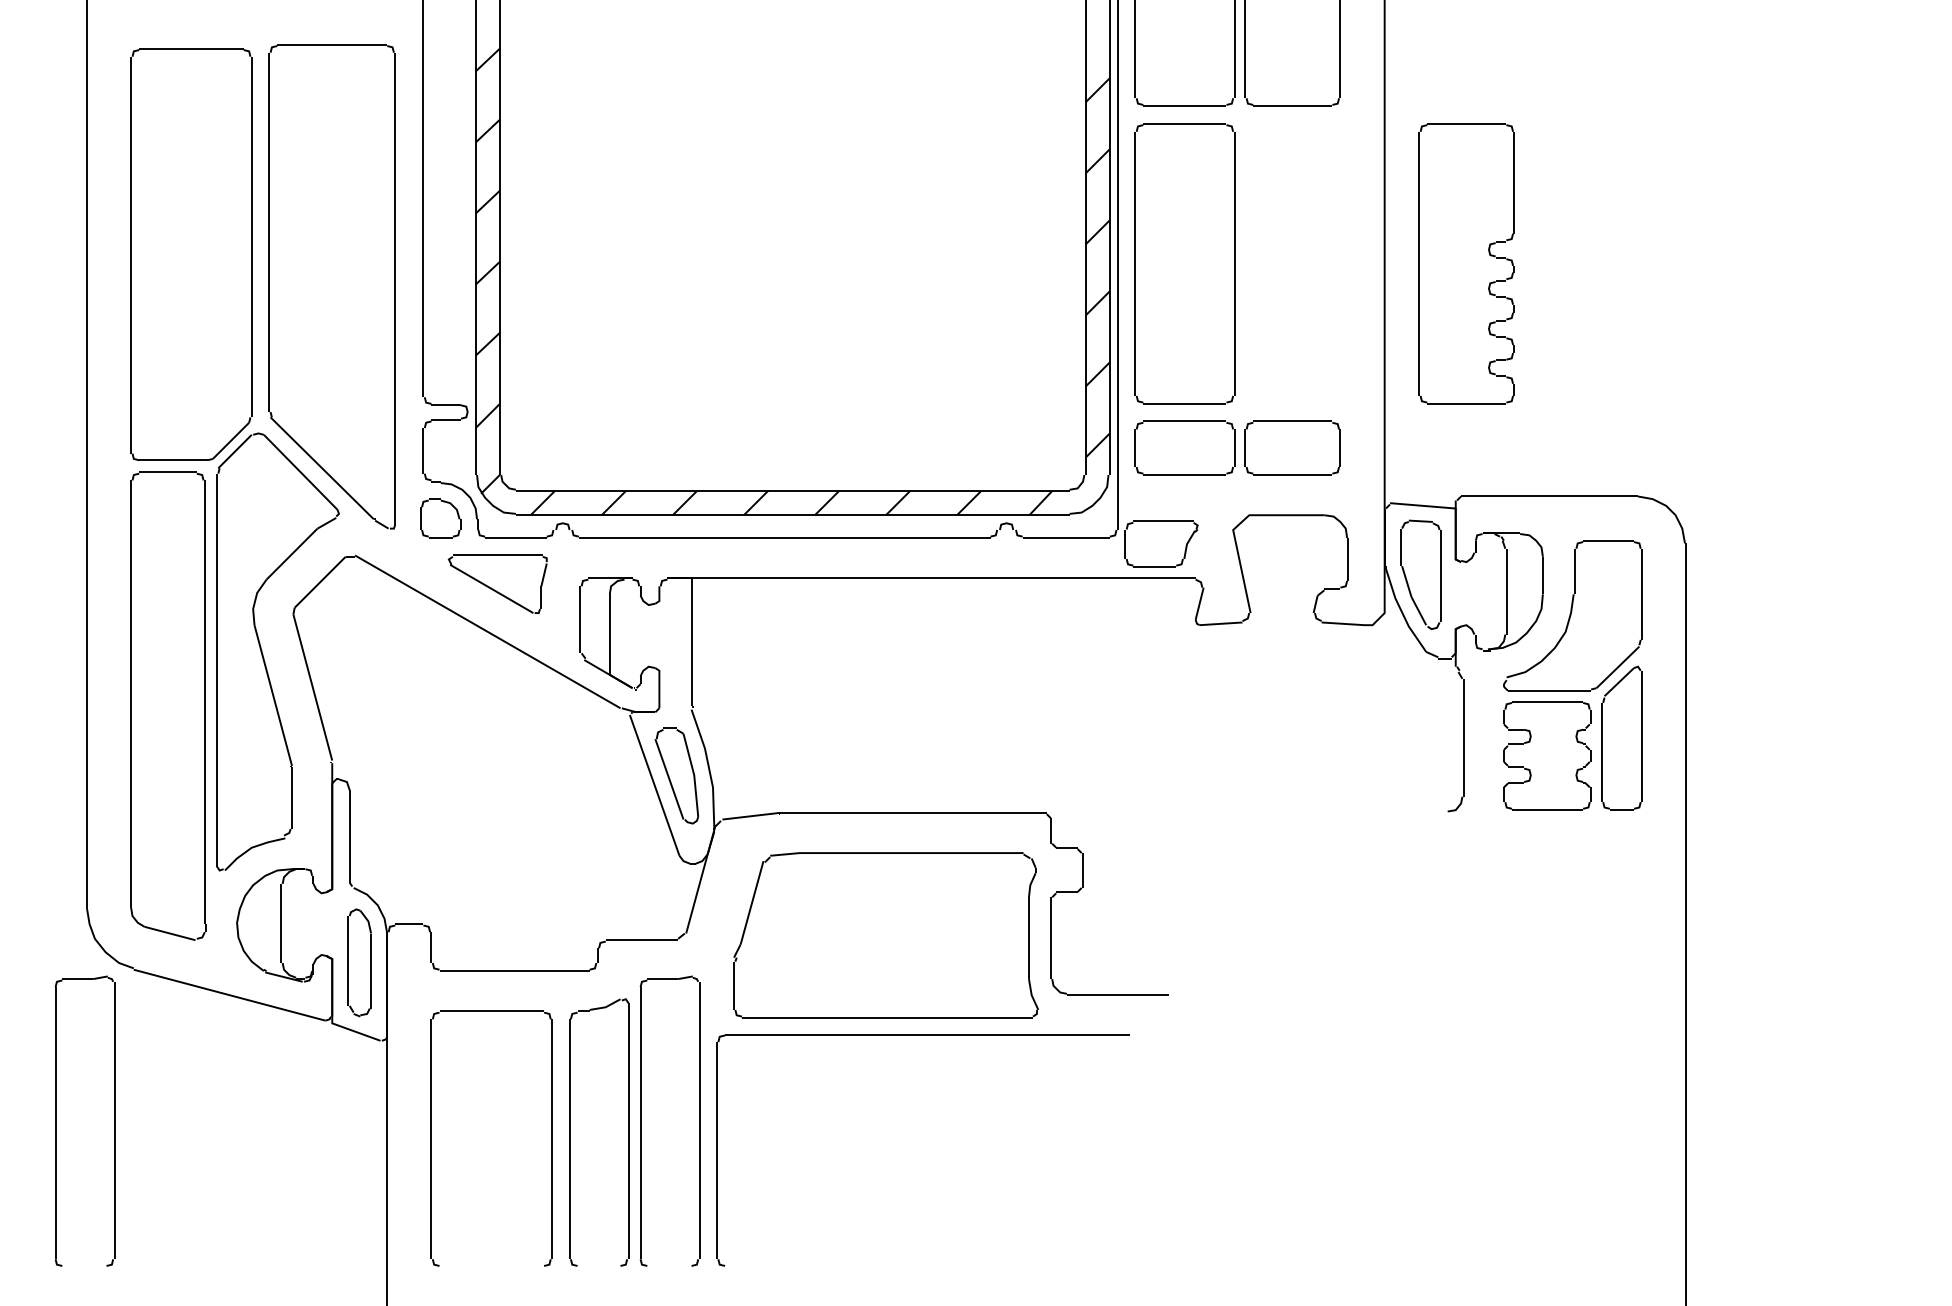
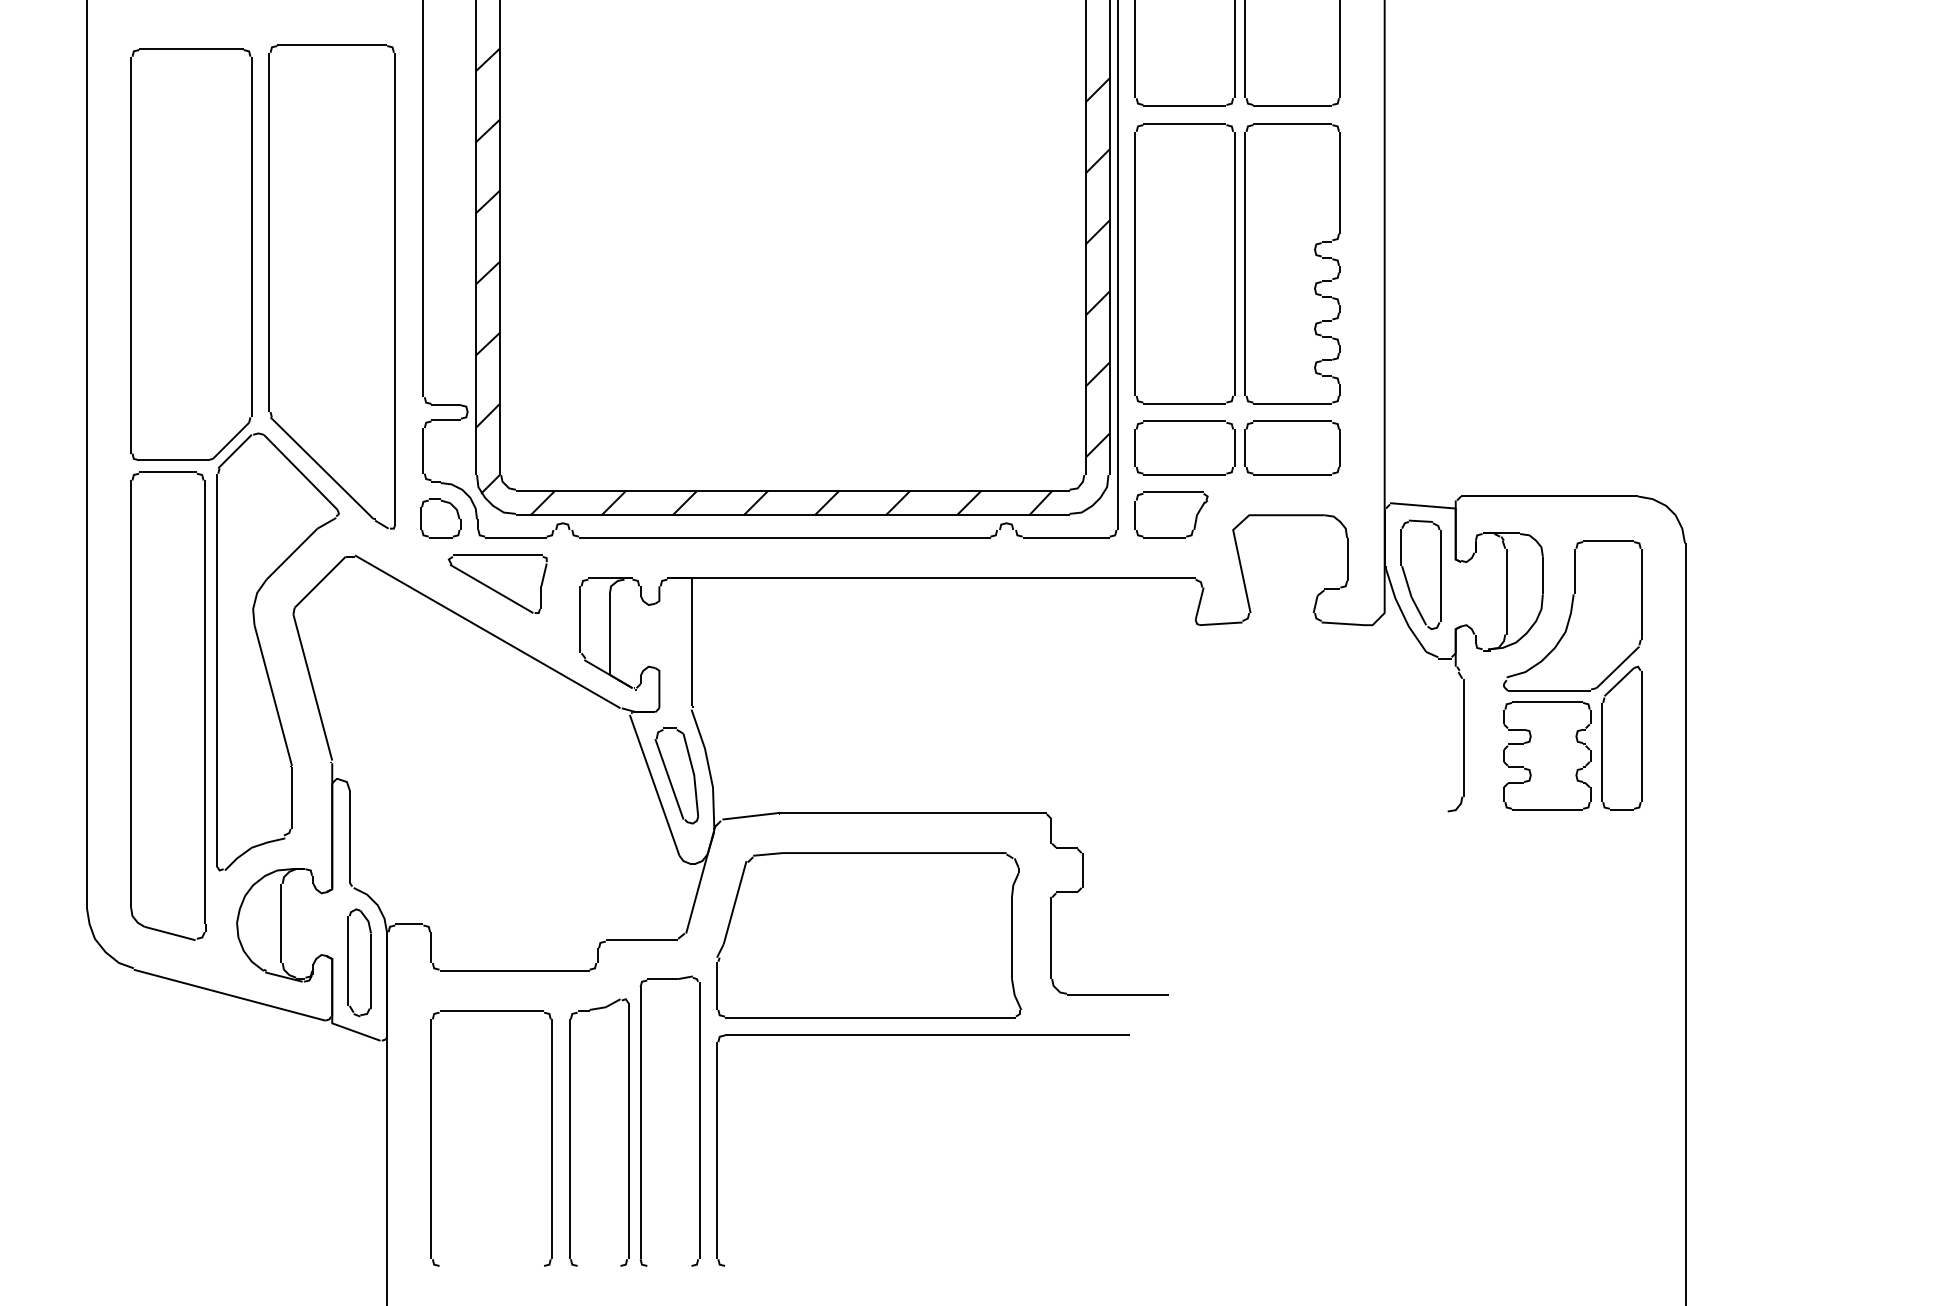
part at (1466, 263) position: (1466, 263) -> (1292, 263)
part at (1161, 543) position: (1161, 543) -> (1171, 514)
part at (885, 935) position: (885, 935) -> (868, 935)
part at (56, 1120): present -> none
